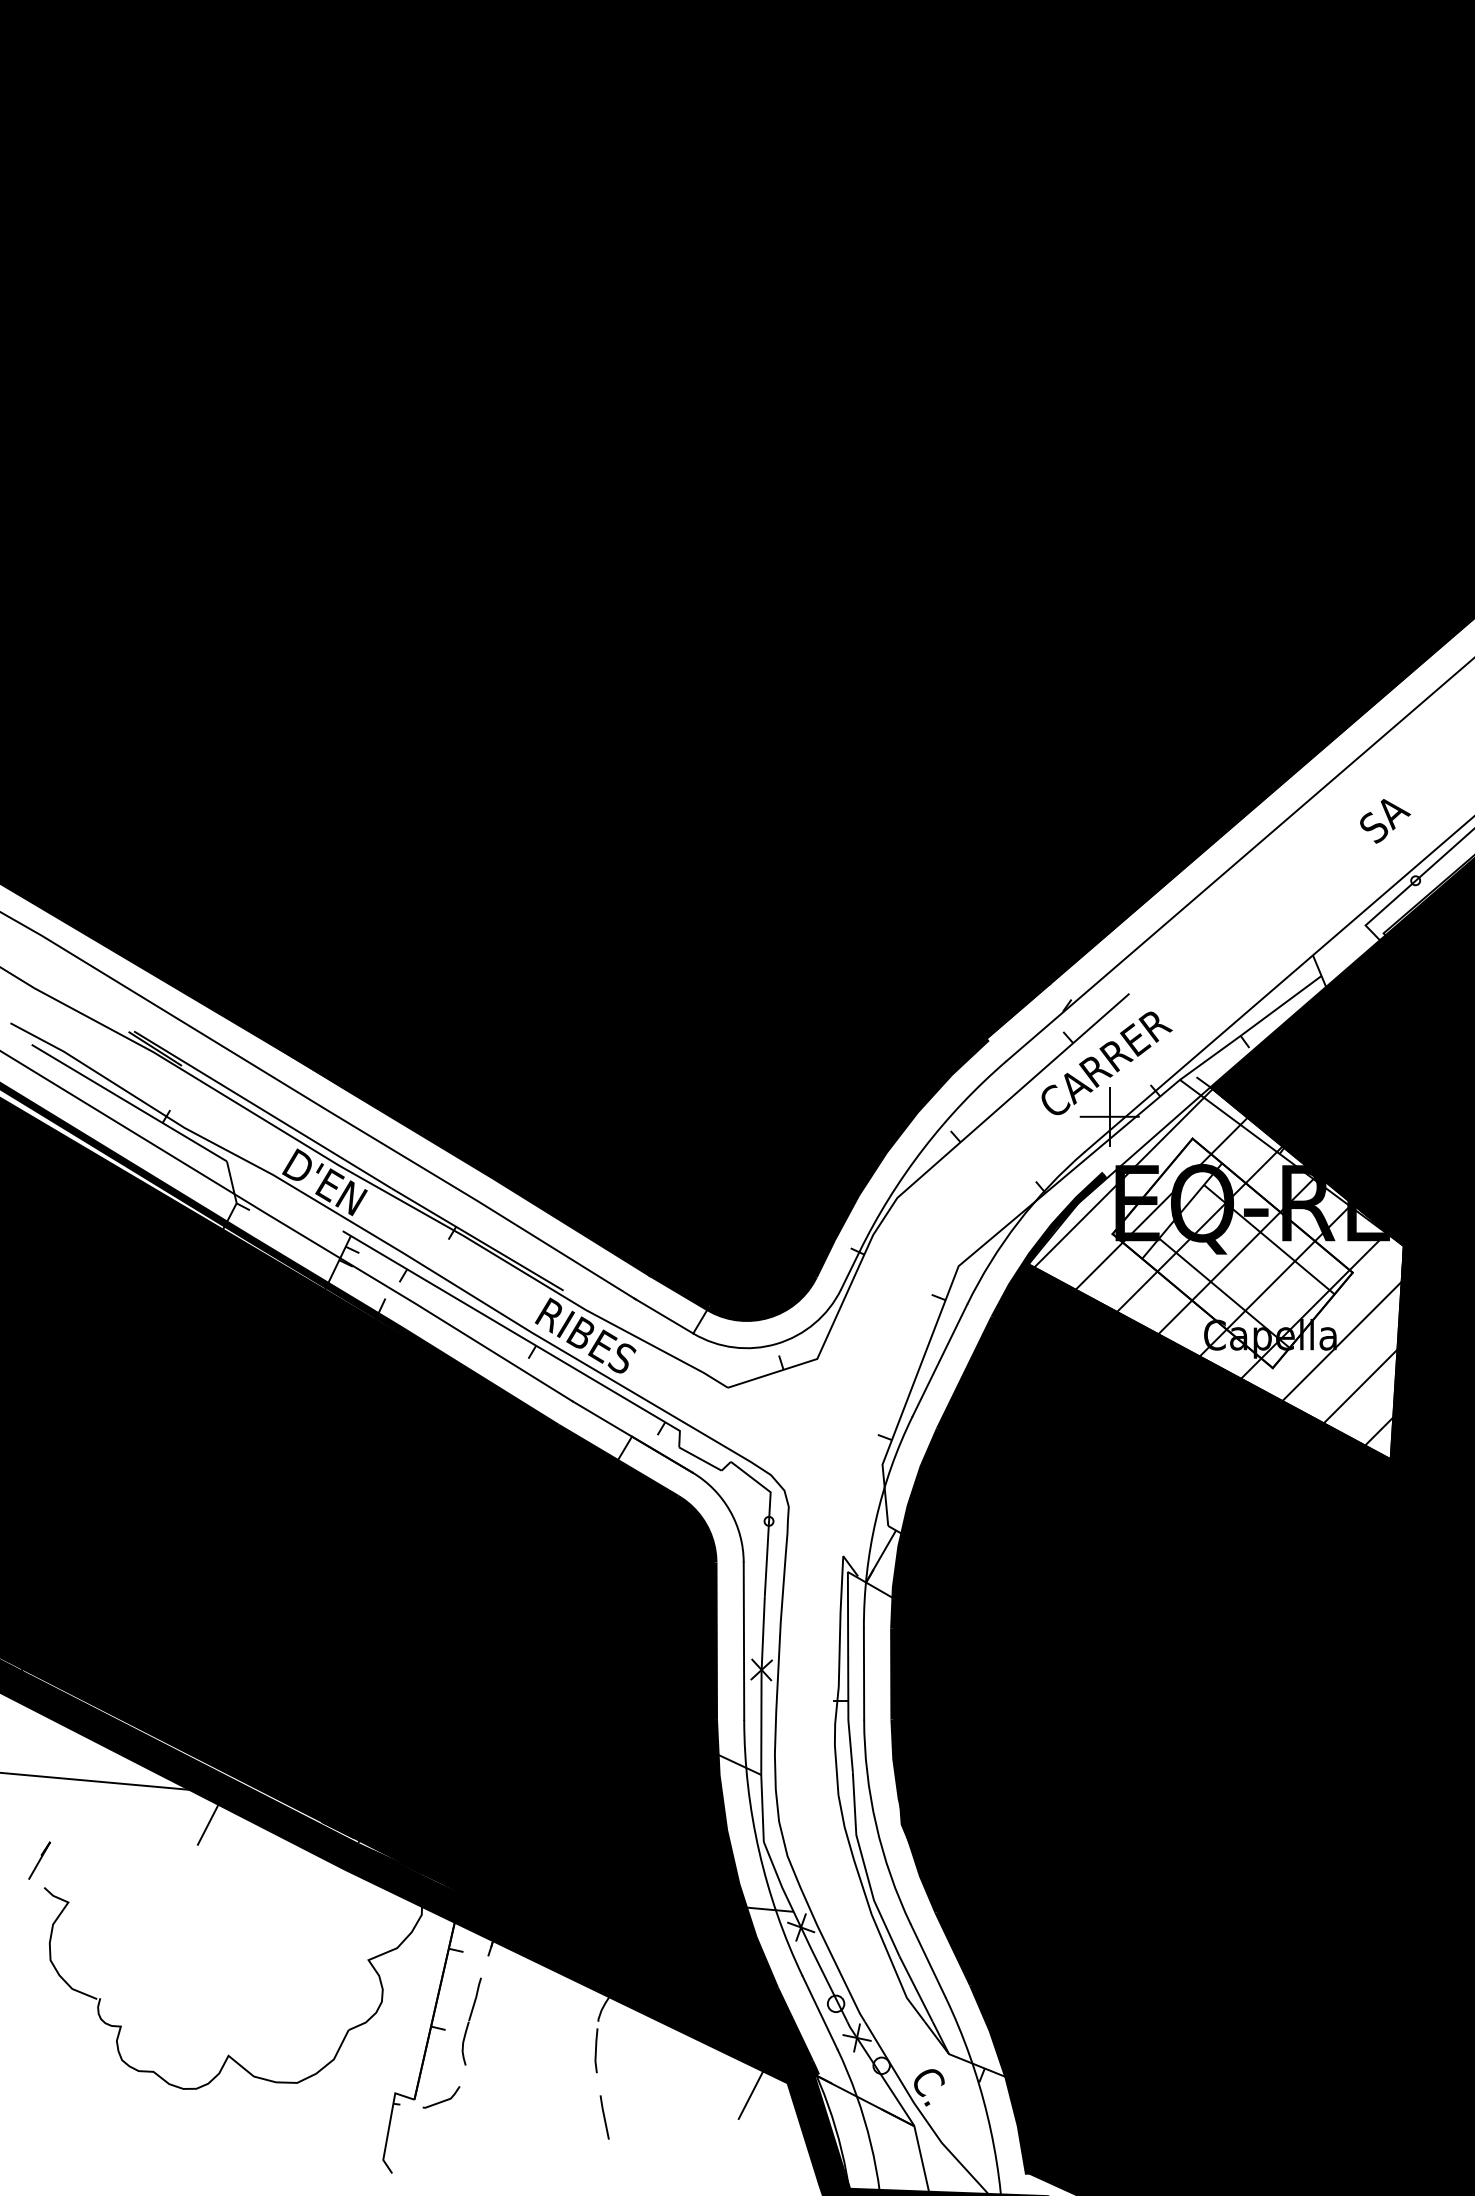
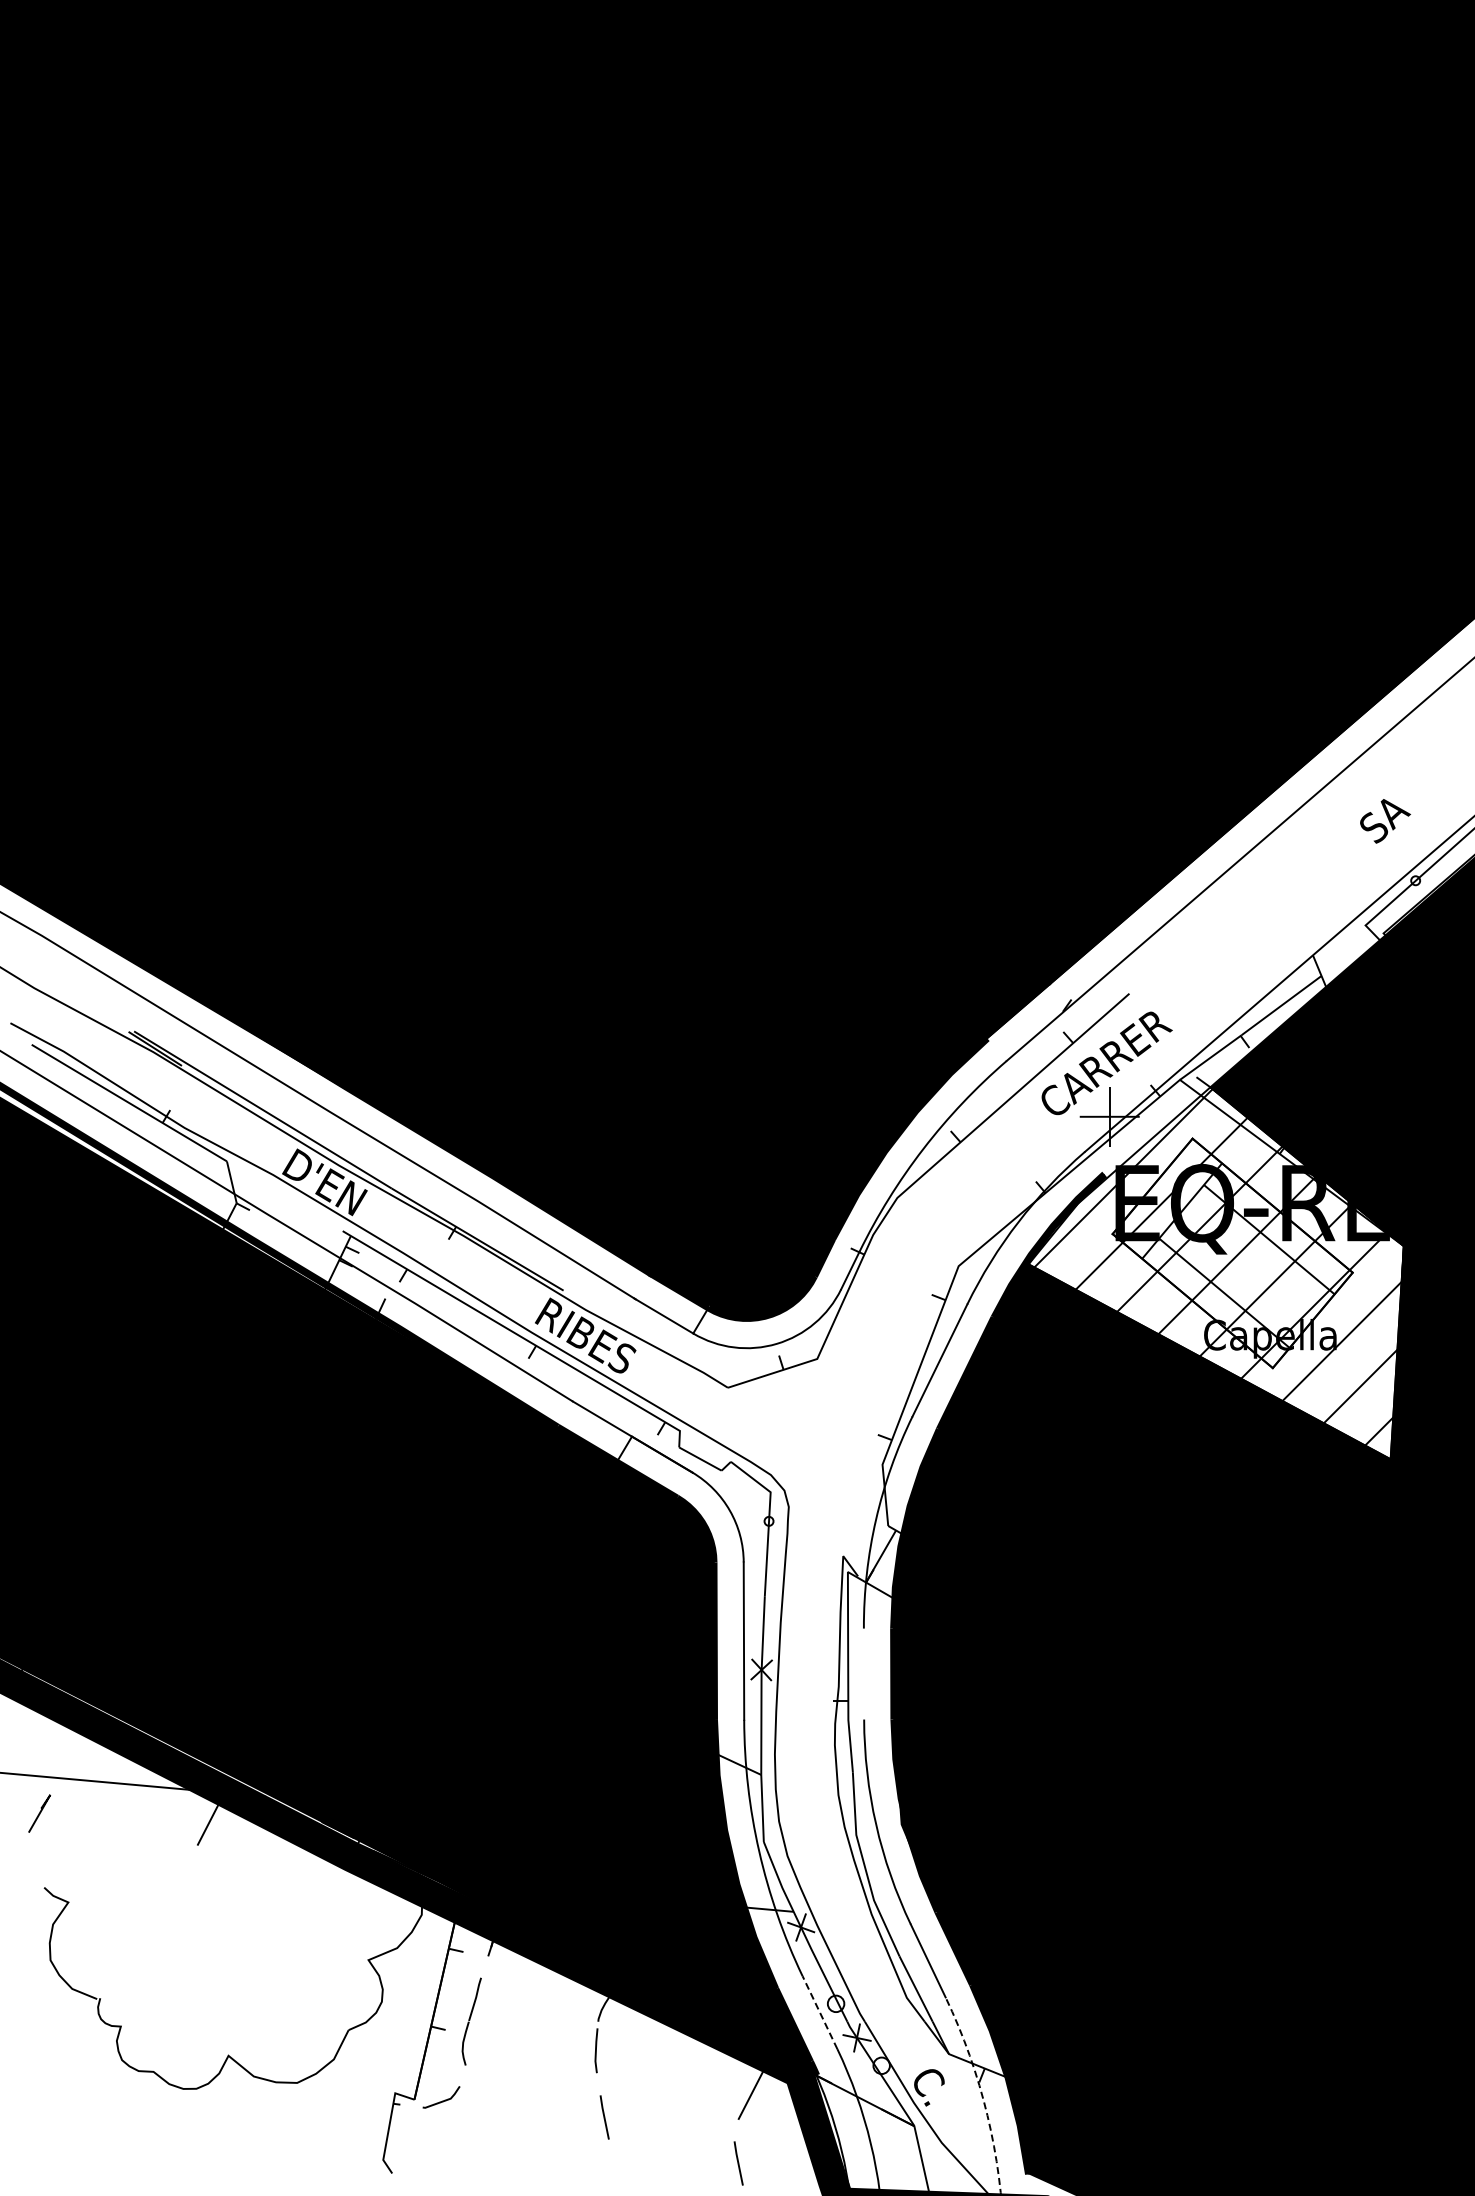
line at (863, 1673): present -> none
line at (39, 1860) position: (39, 1860) -> (39, 1813)
line at (819, 2012): solid -> dashed
arc at (982, 2094): solid -> dashed
line at (738, 2163): none -> present
